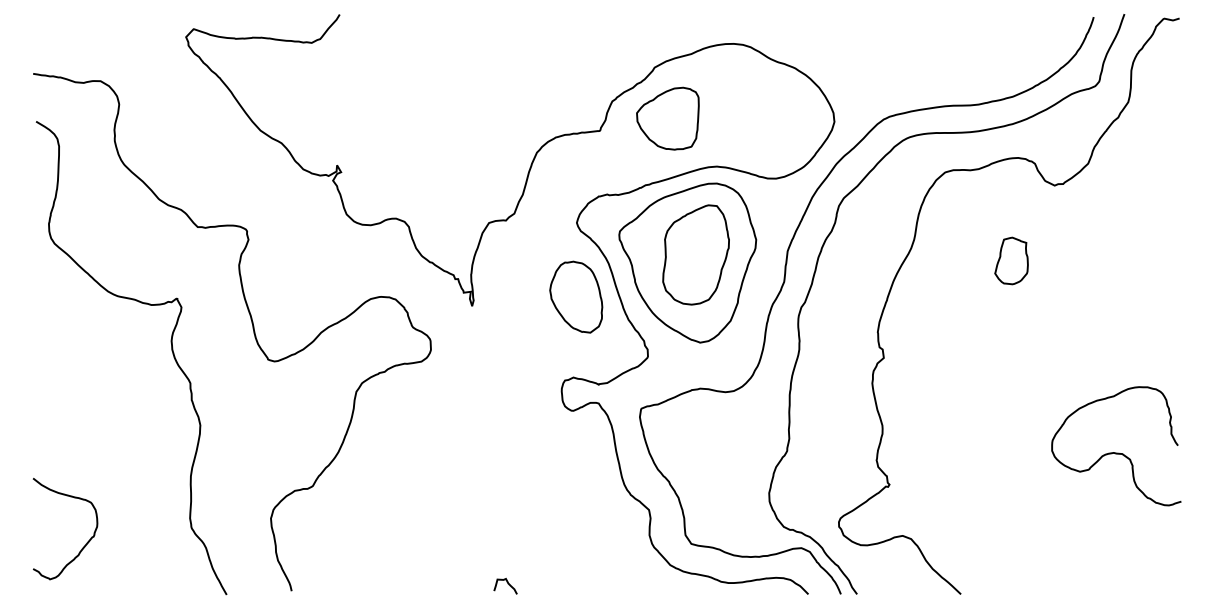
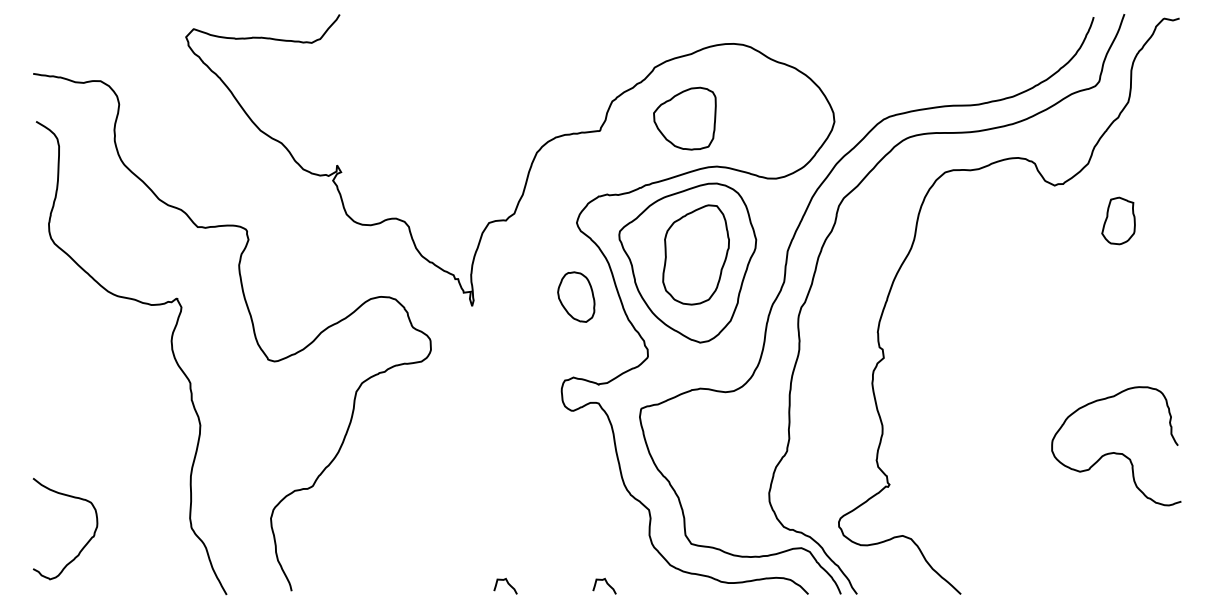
part at (667, 118) position: (667, 118) -> (684, 118)
part at (1011, 260) position: (1011, 260) -> (1118, 220)
part at (576, 296) size: 55x74 px -> 39x52 px
curve at (606, 583): none -> present
